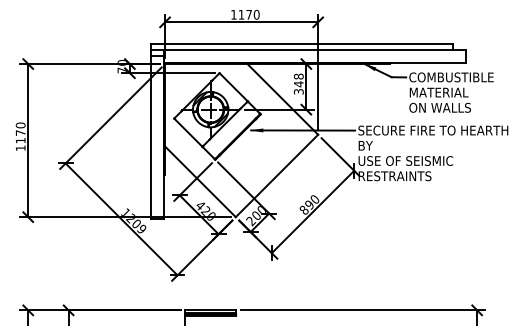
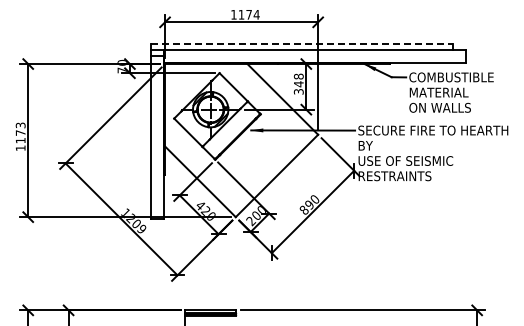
text at (256, 14): 1170 -> 1174
line at (301, 43): solid -> dashed
text at (20, 125): 1170 -> 1173
